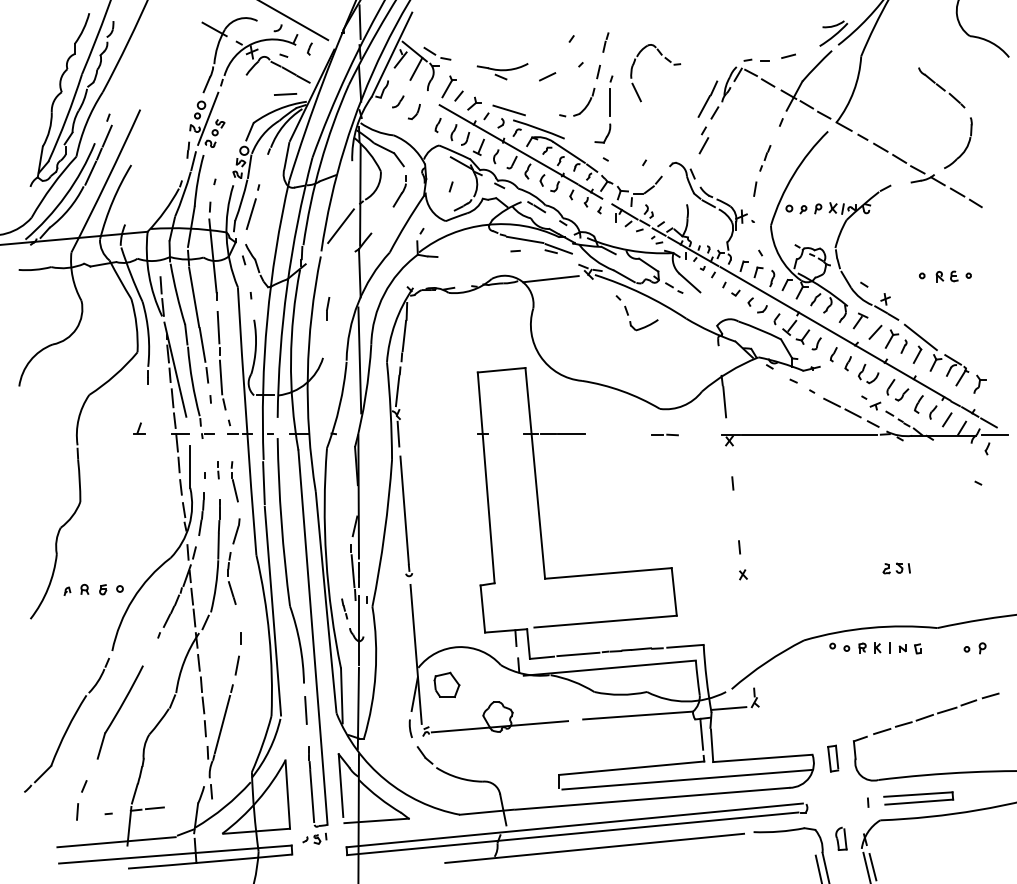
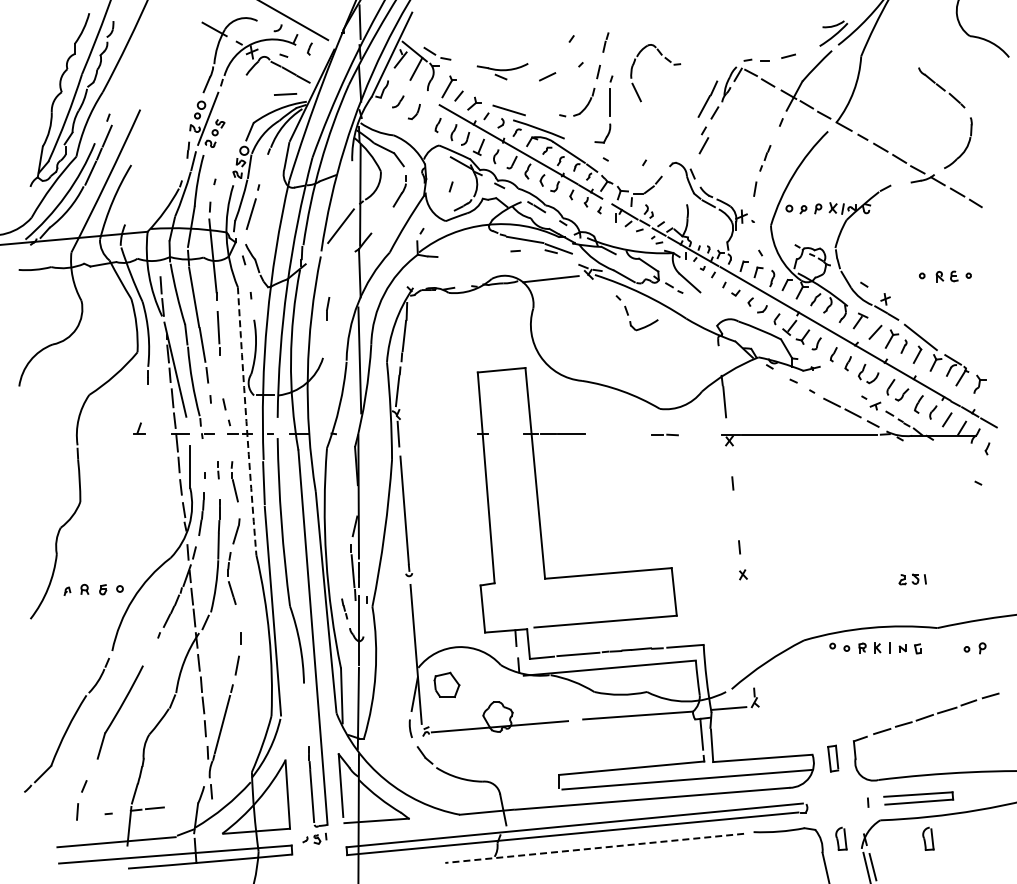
line at (220, 377): present -> none
arc at (246, 421): solid -> dashed
line at (994, 435): present -> none
part at (896, 568) position: (896, 568) -> (912, 579)
line at (305, 710): present -> none
part at (928, 838): none -> present
line at (594, 848): solid -> dashed
line at (818, 867): present -> none
